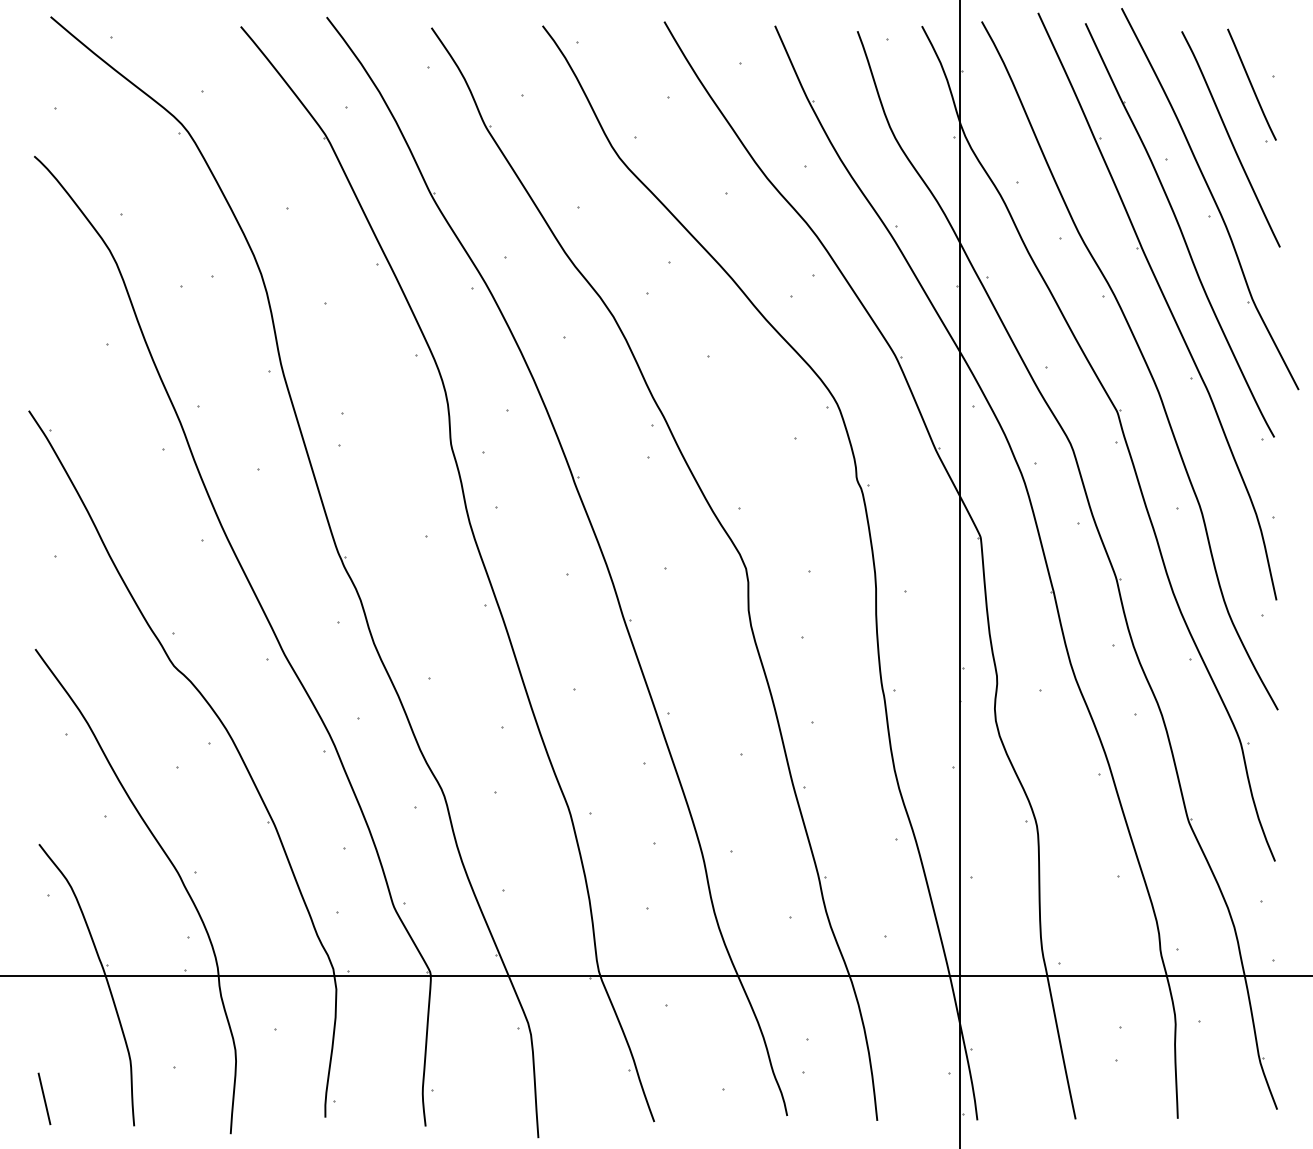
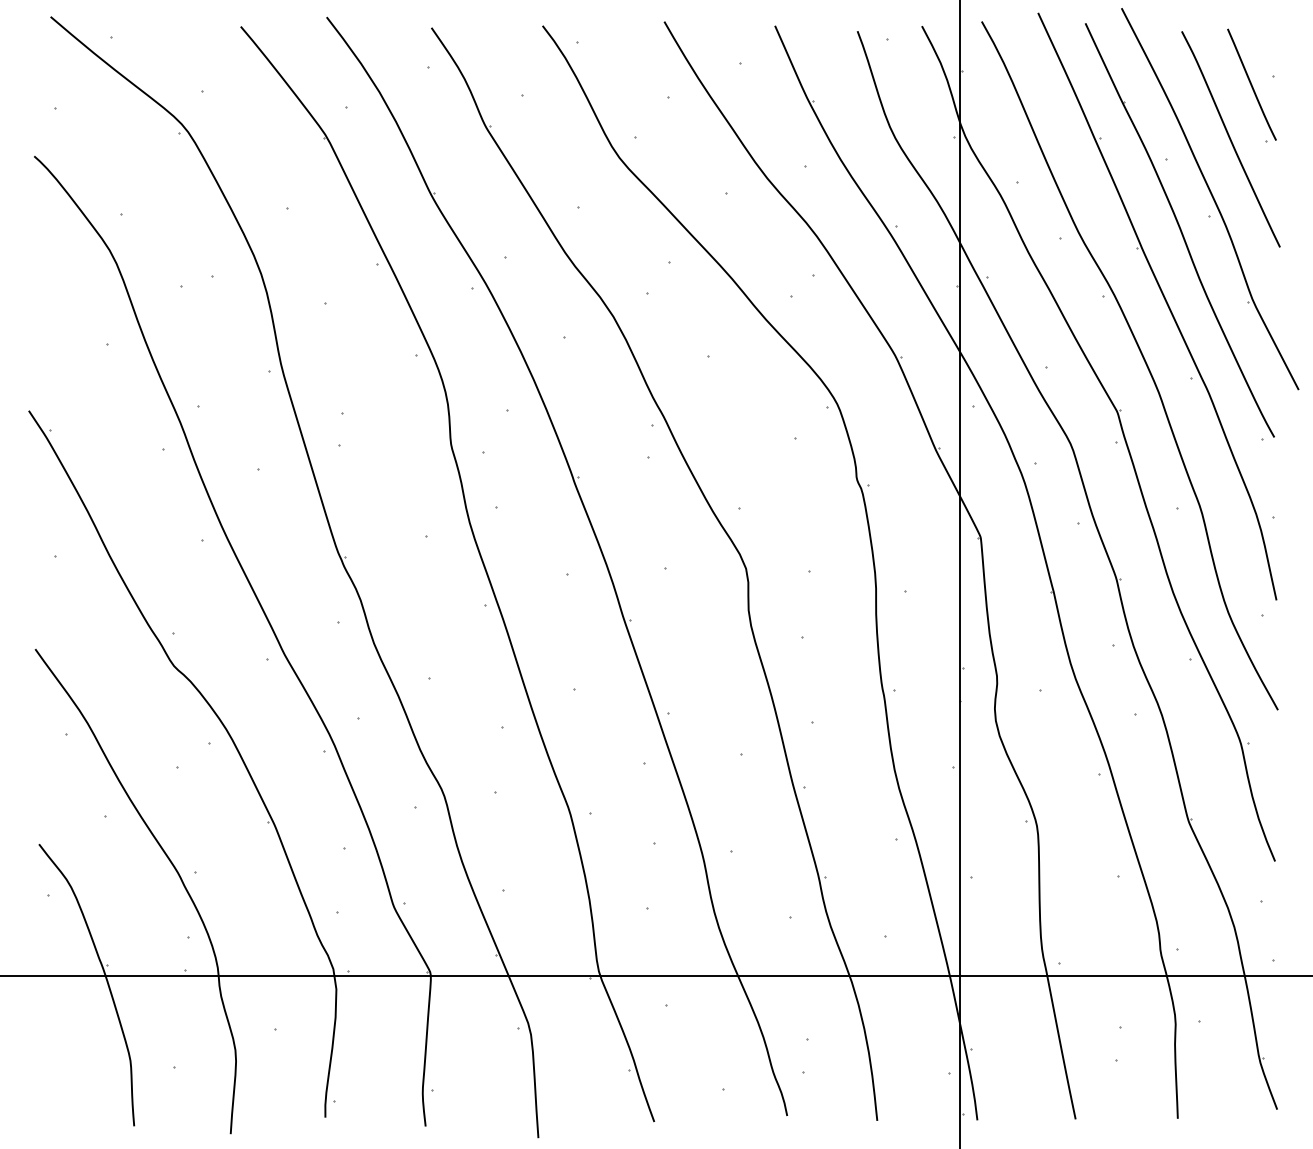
line at (44, 1098): present -> none
